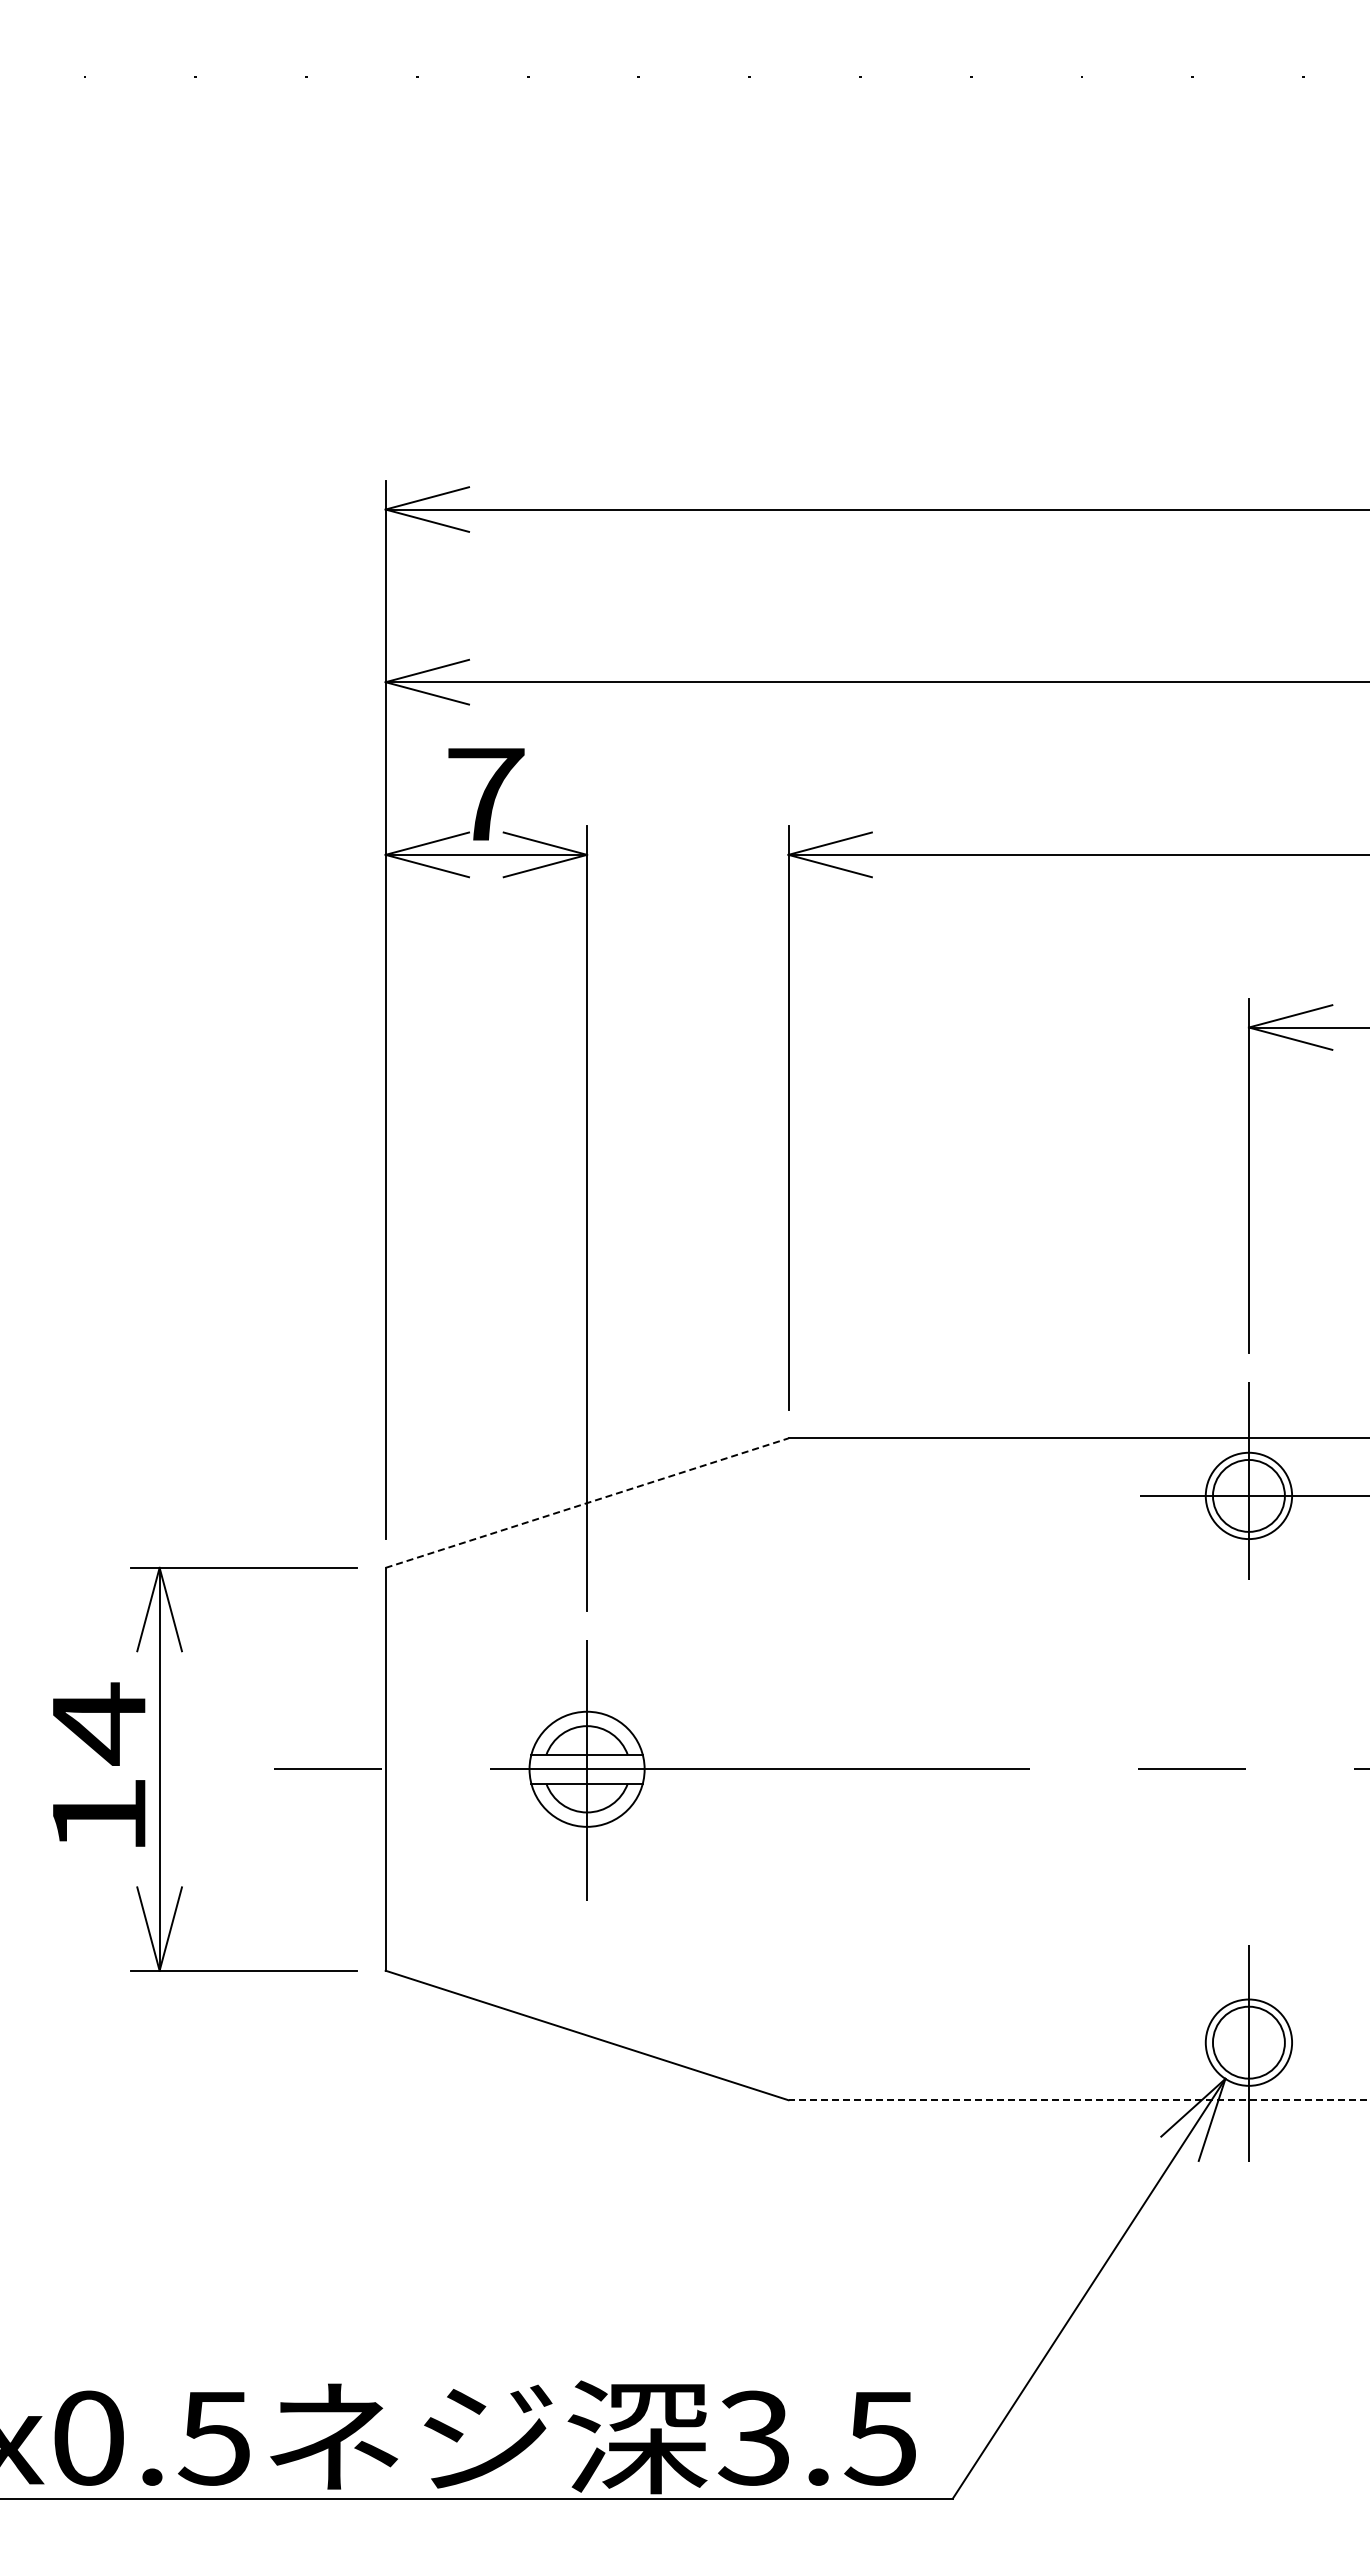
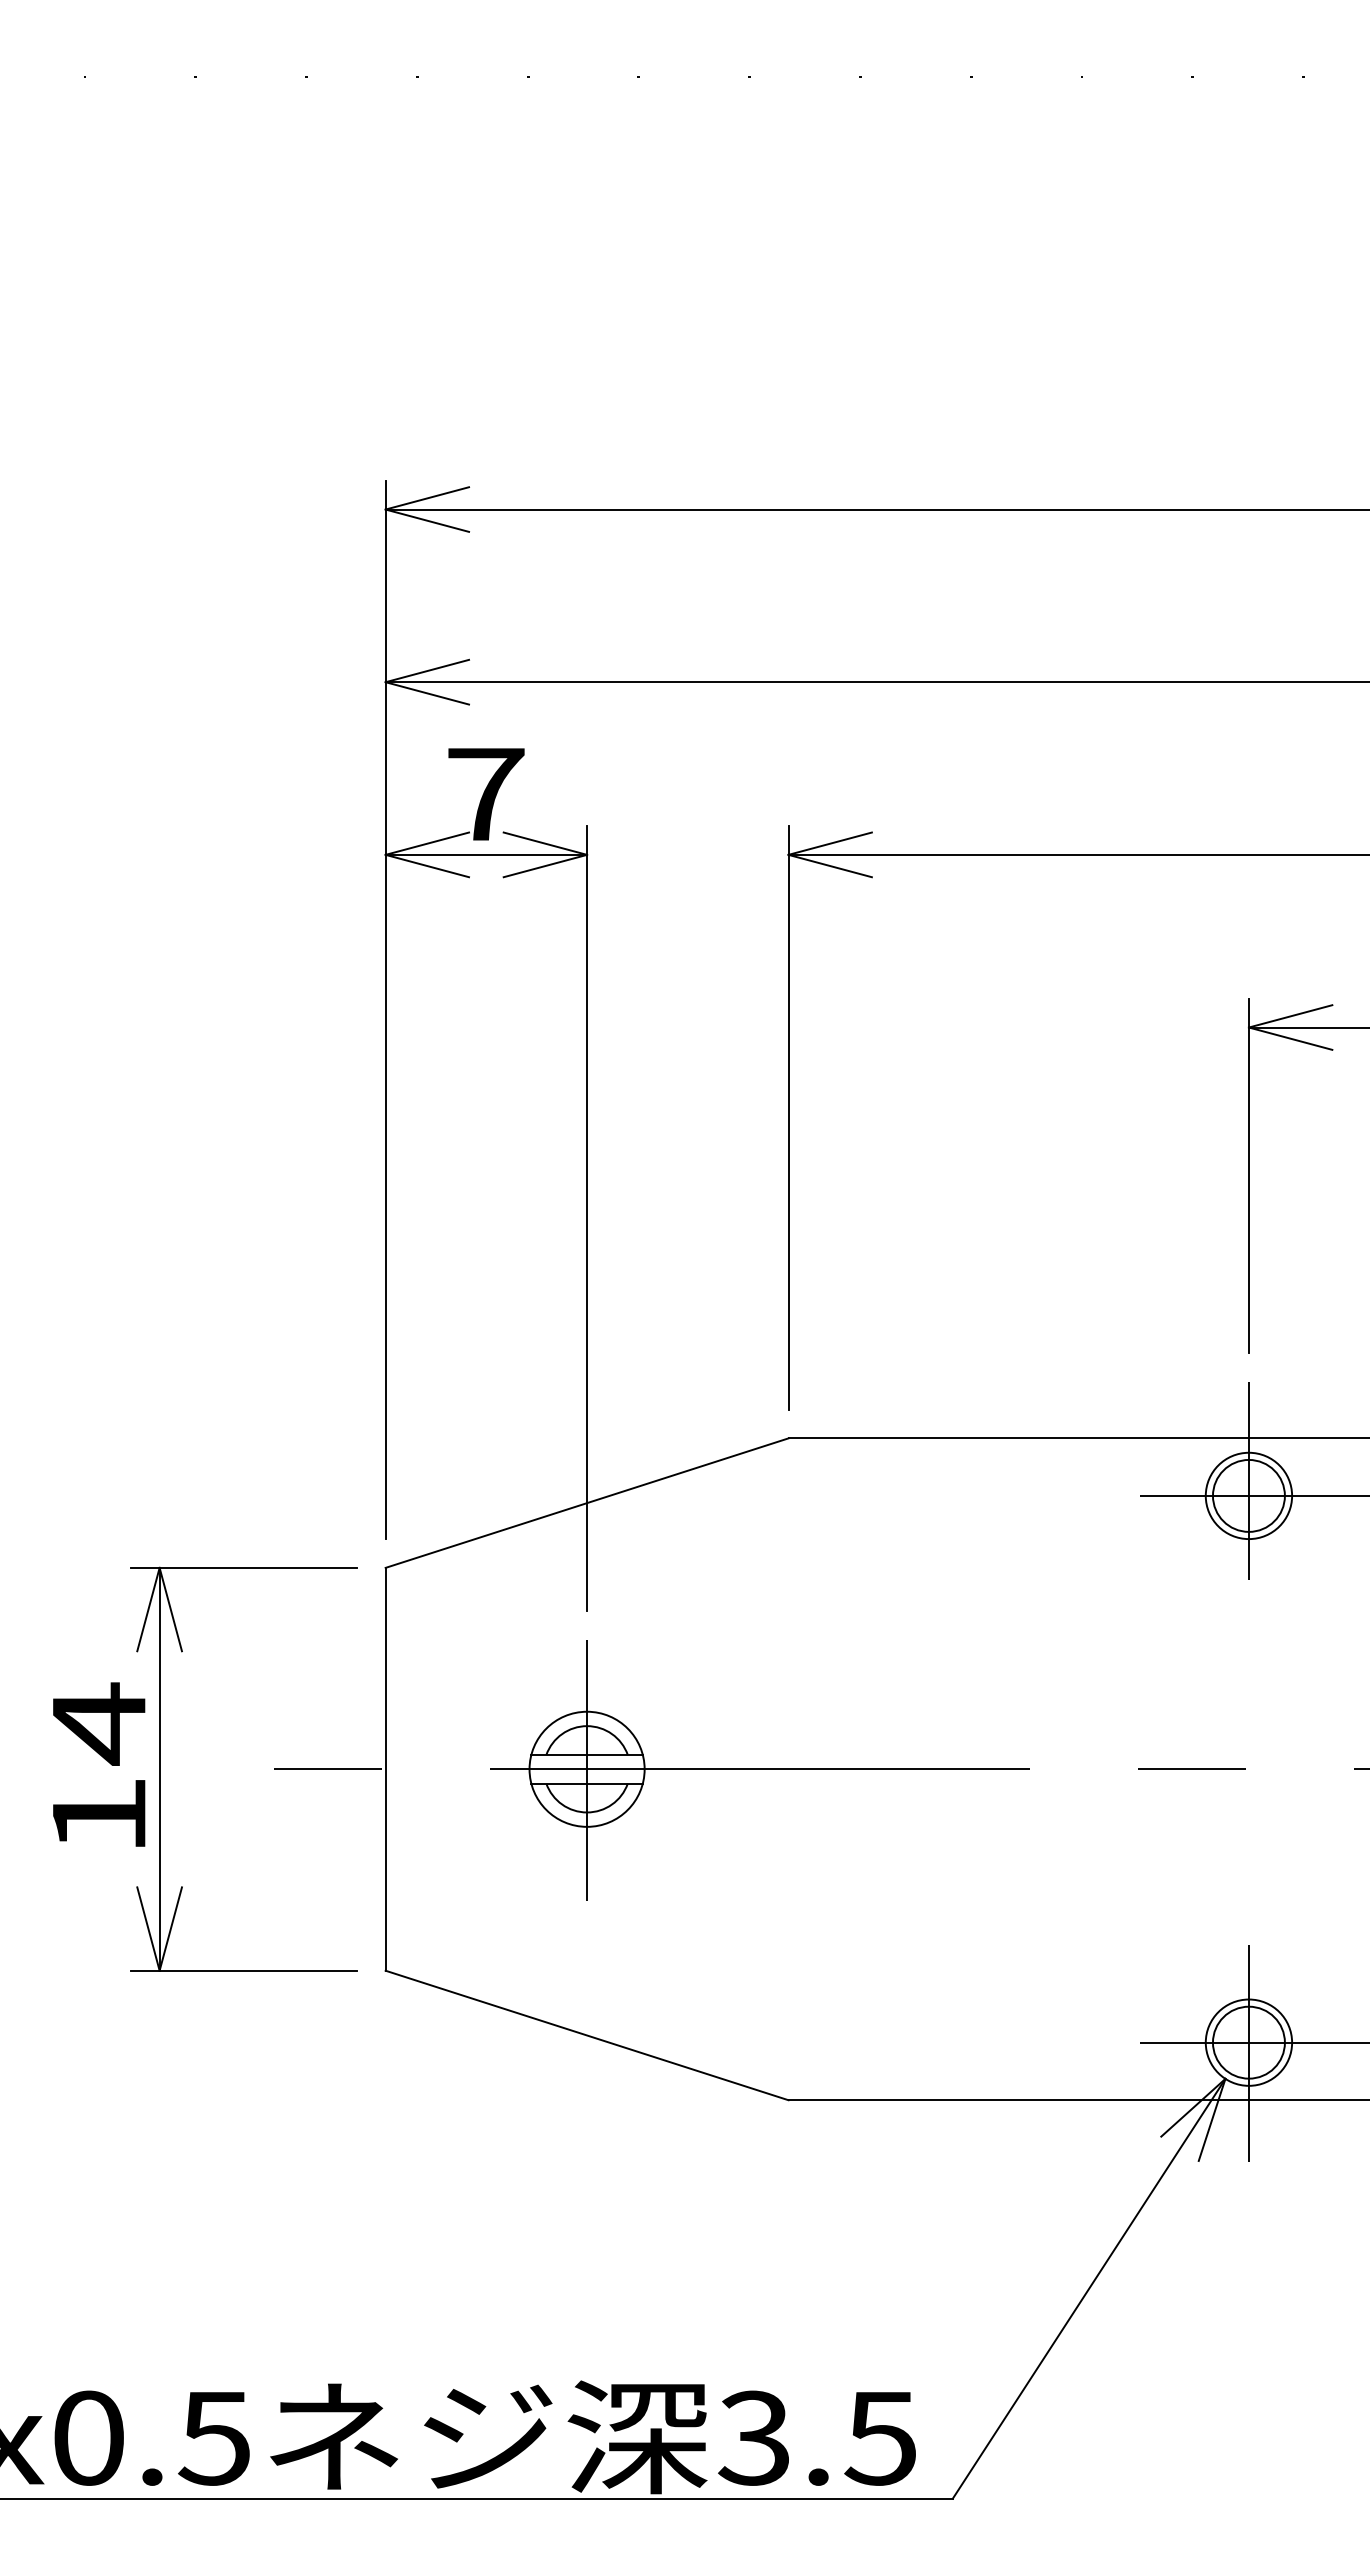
line at (587, 1503): dashed -> solid
line at (1252, 2042): none -> present
line at (1078, 2100): dashed -> solid
